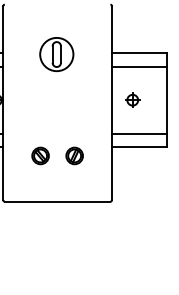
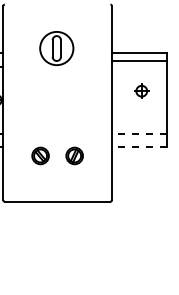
part at (56, 54) position: (56, 54) -> (56, 48)
line at (139, 66) position: (139, 66) -> (139, 60)
part at (132, 99) position: (132, 99) -> (141, 90)
line at (138, 133): solid -> dashed
line at (138, 147): solid -> dashed
